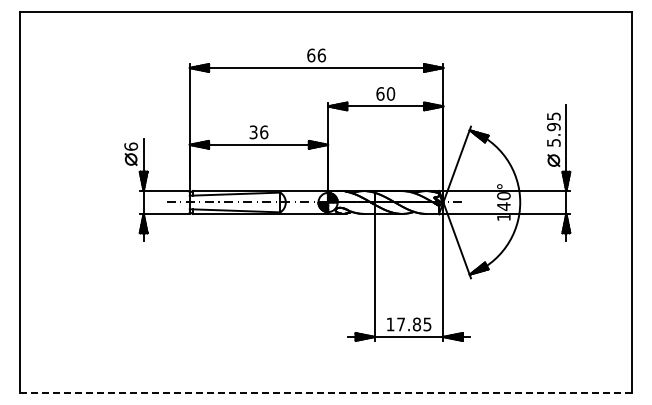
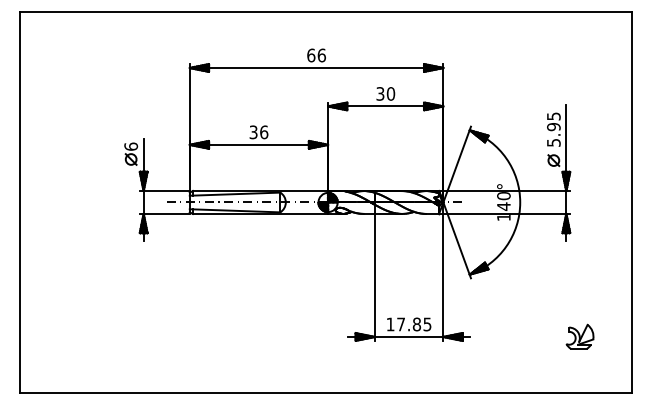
text at (380, 93): 60 -> 30
part at (579, 336): none -> present
line at (326, 392): dashed -> solid
